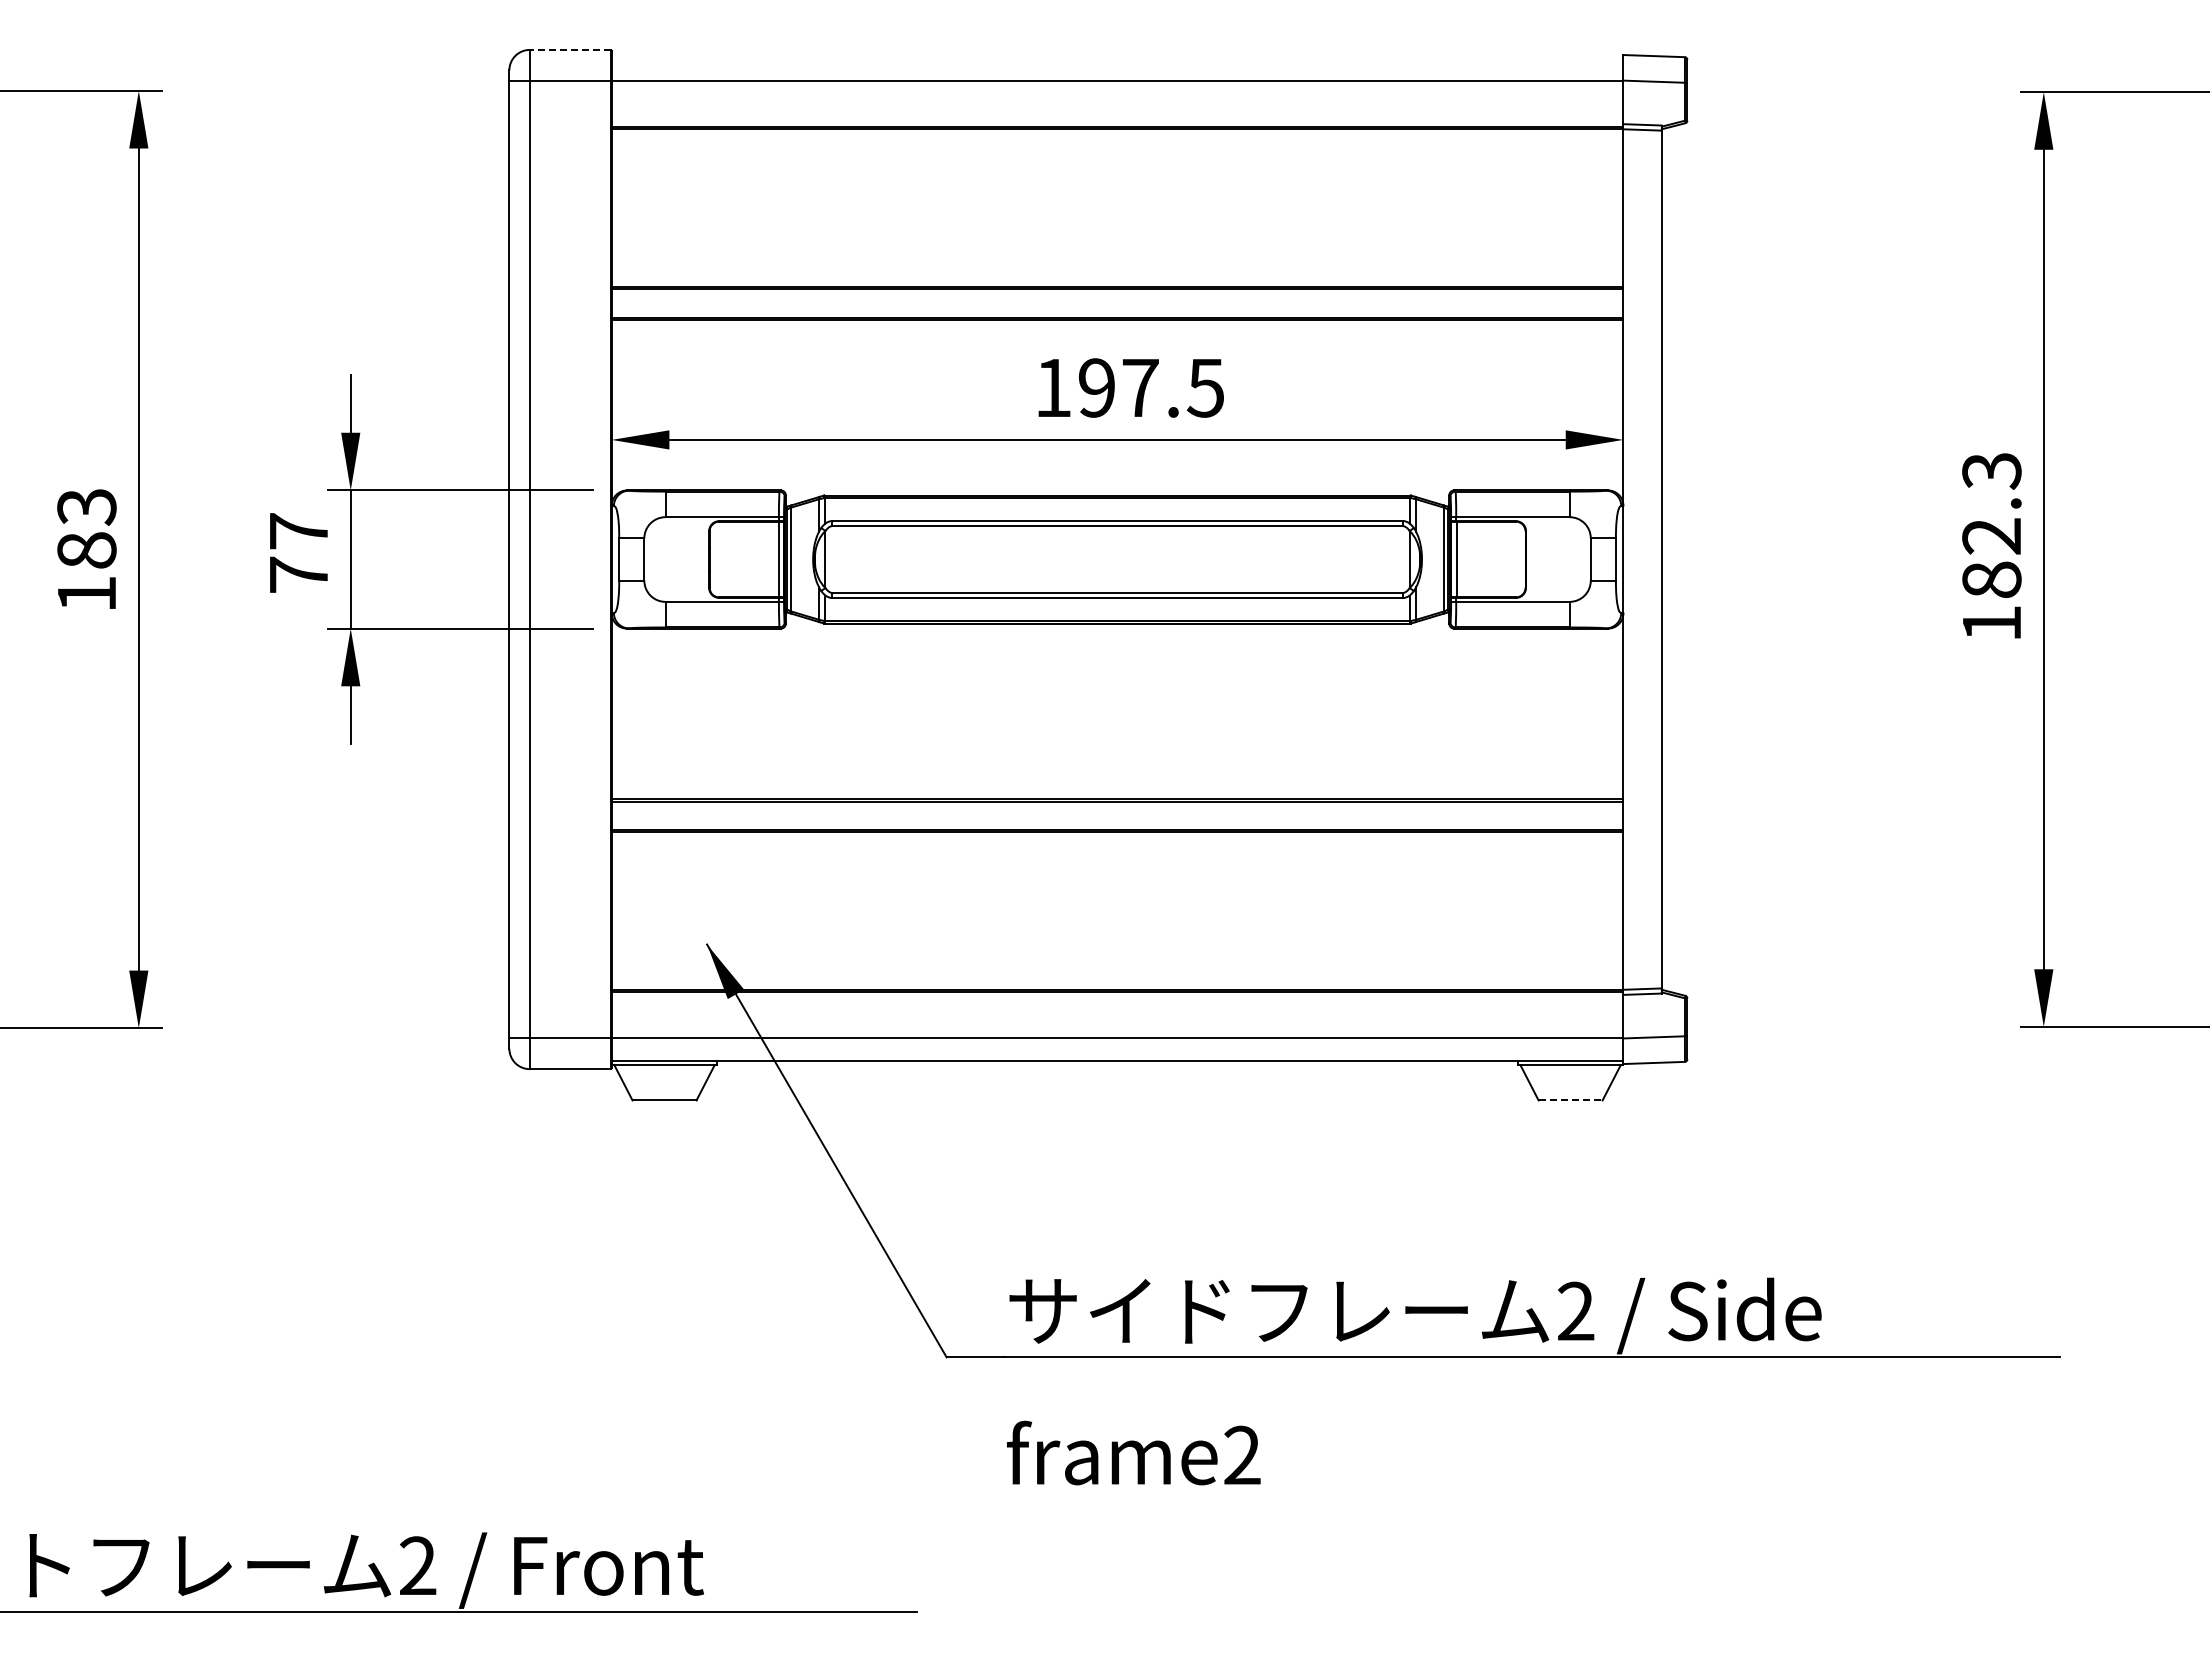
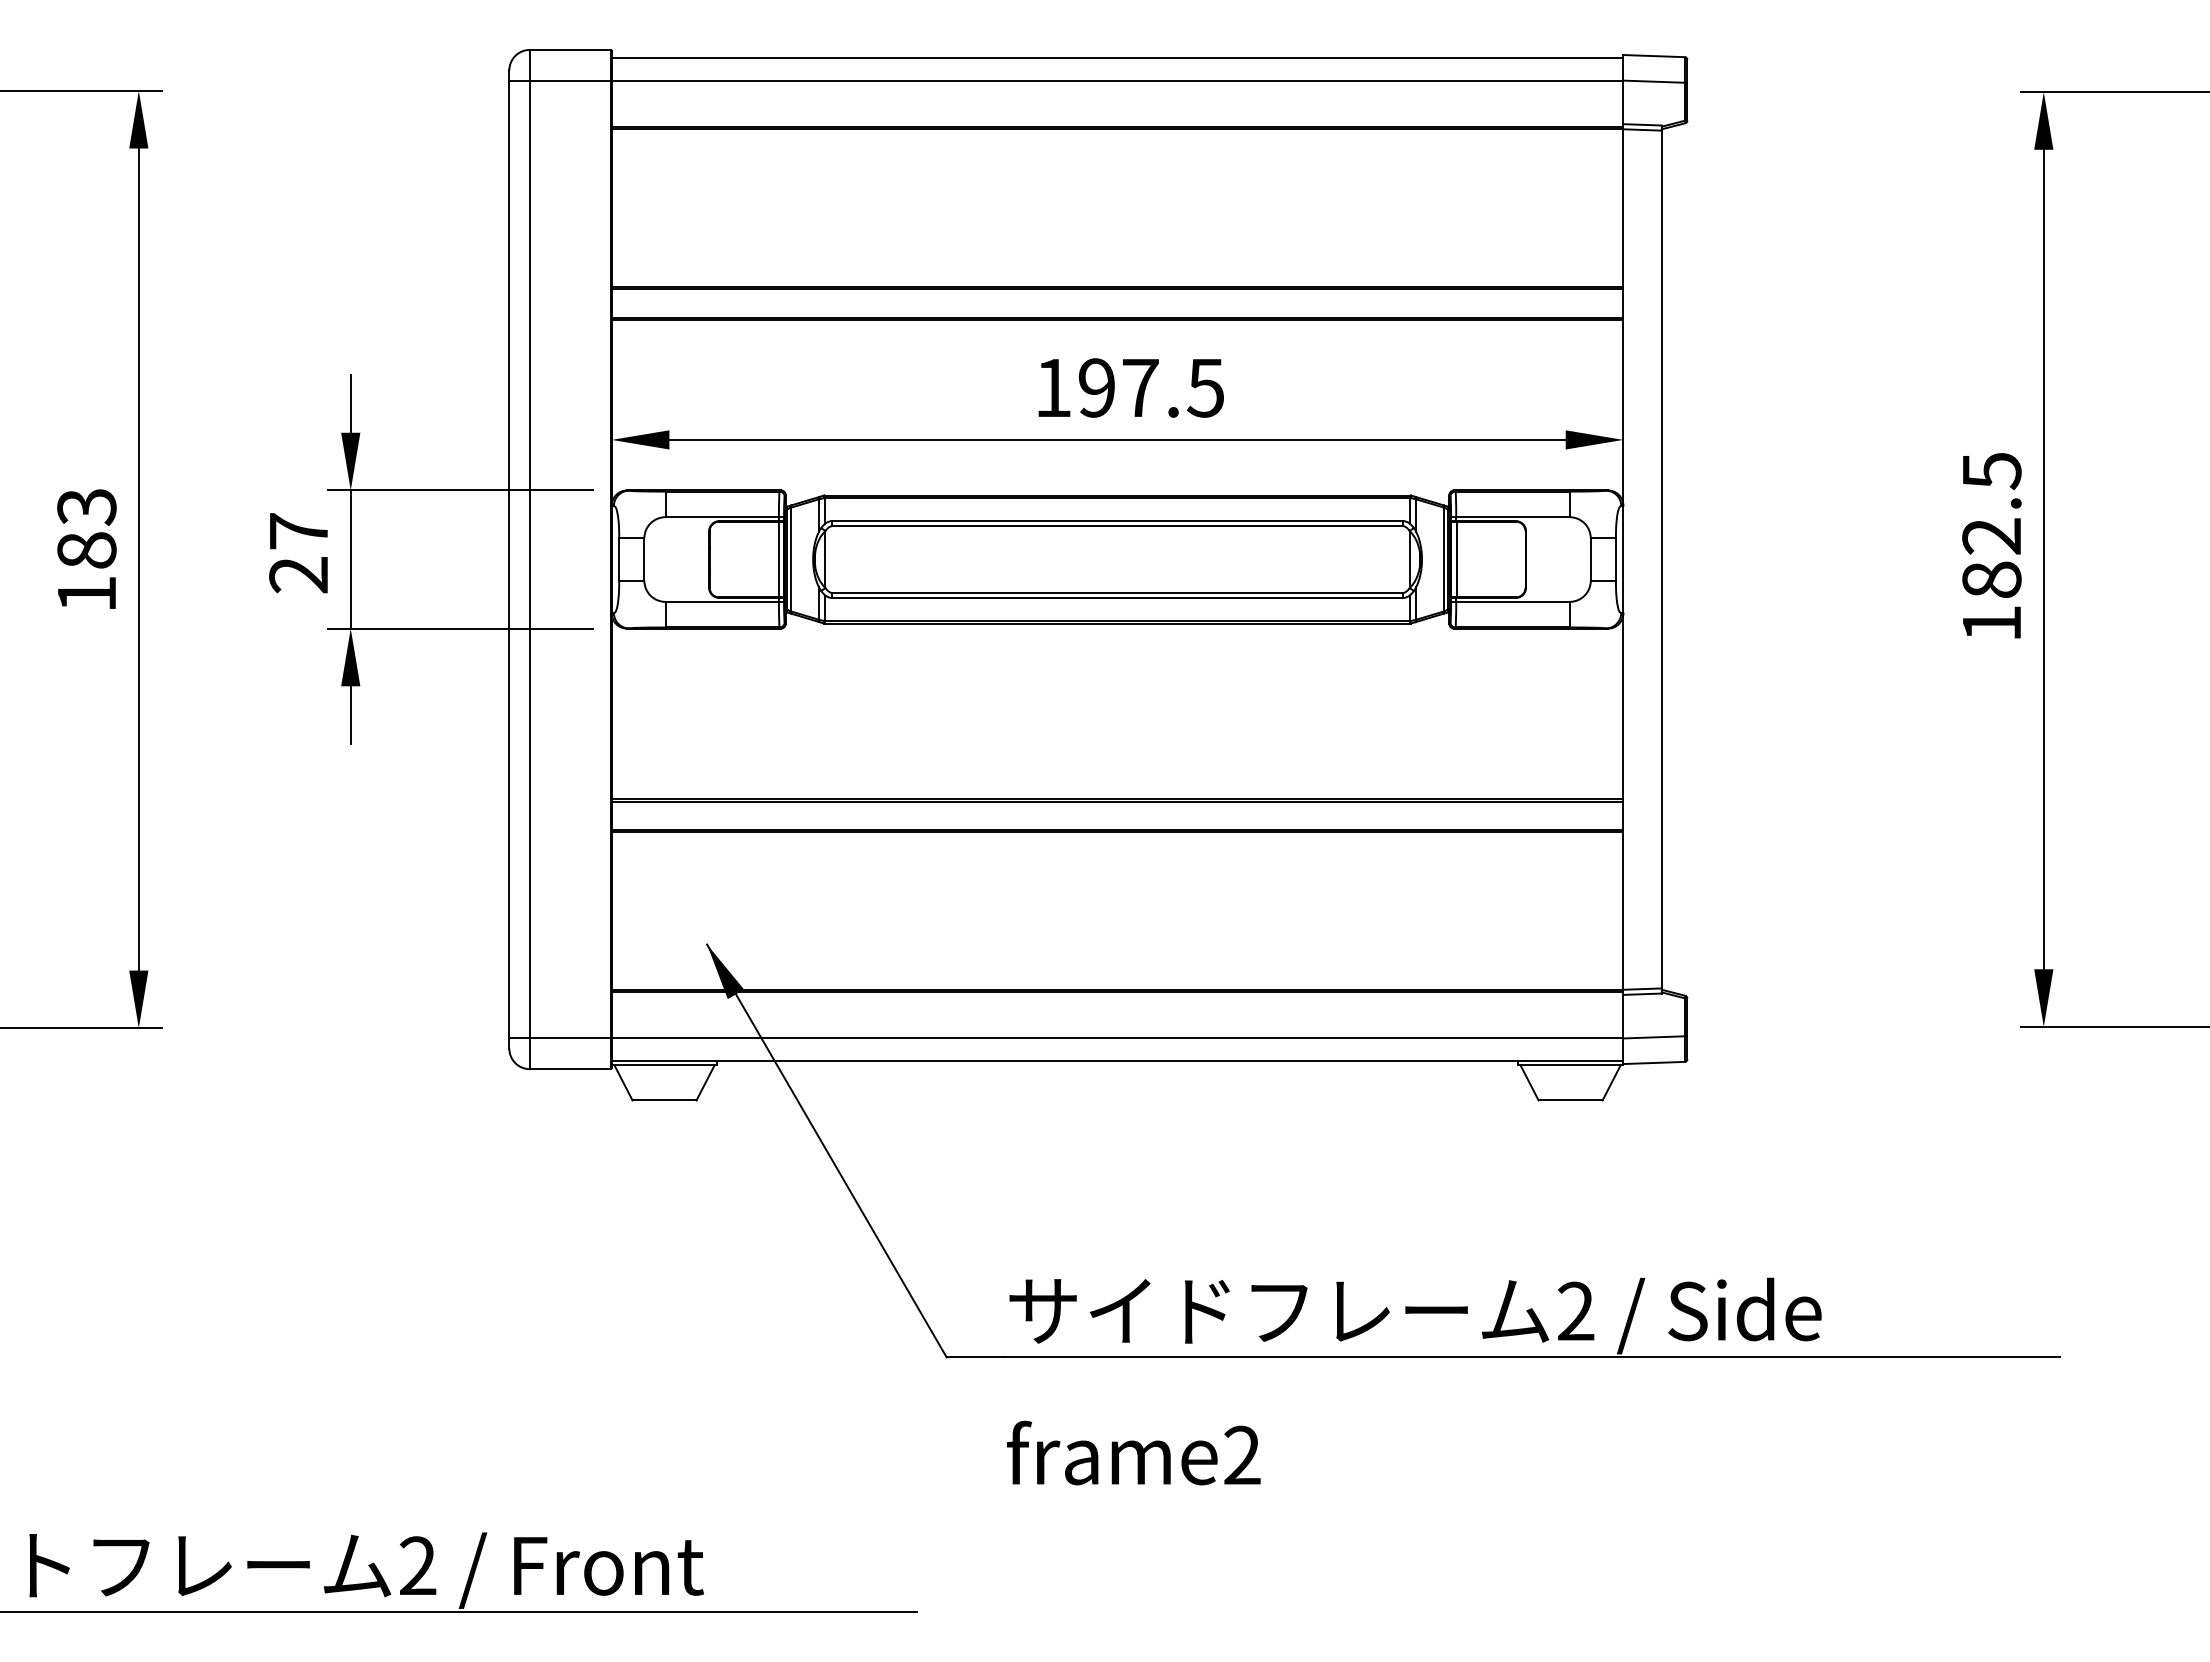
line at (569, 49): dashed -> solid
line at (1117, 57): none -> present
text at (1991, 471): 182.3 -> 182.5
text at (298, 574): 77 -> 27
line at (1571, 1100): dashed -> solid
